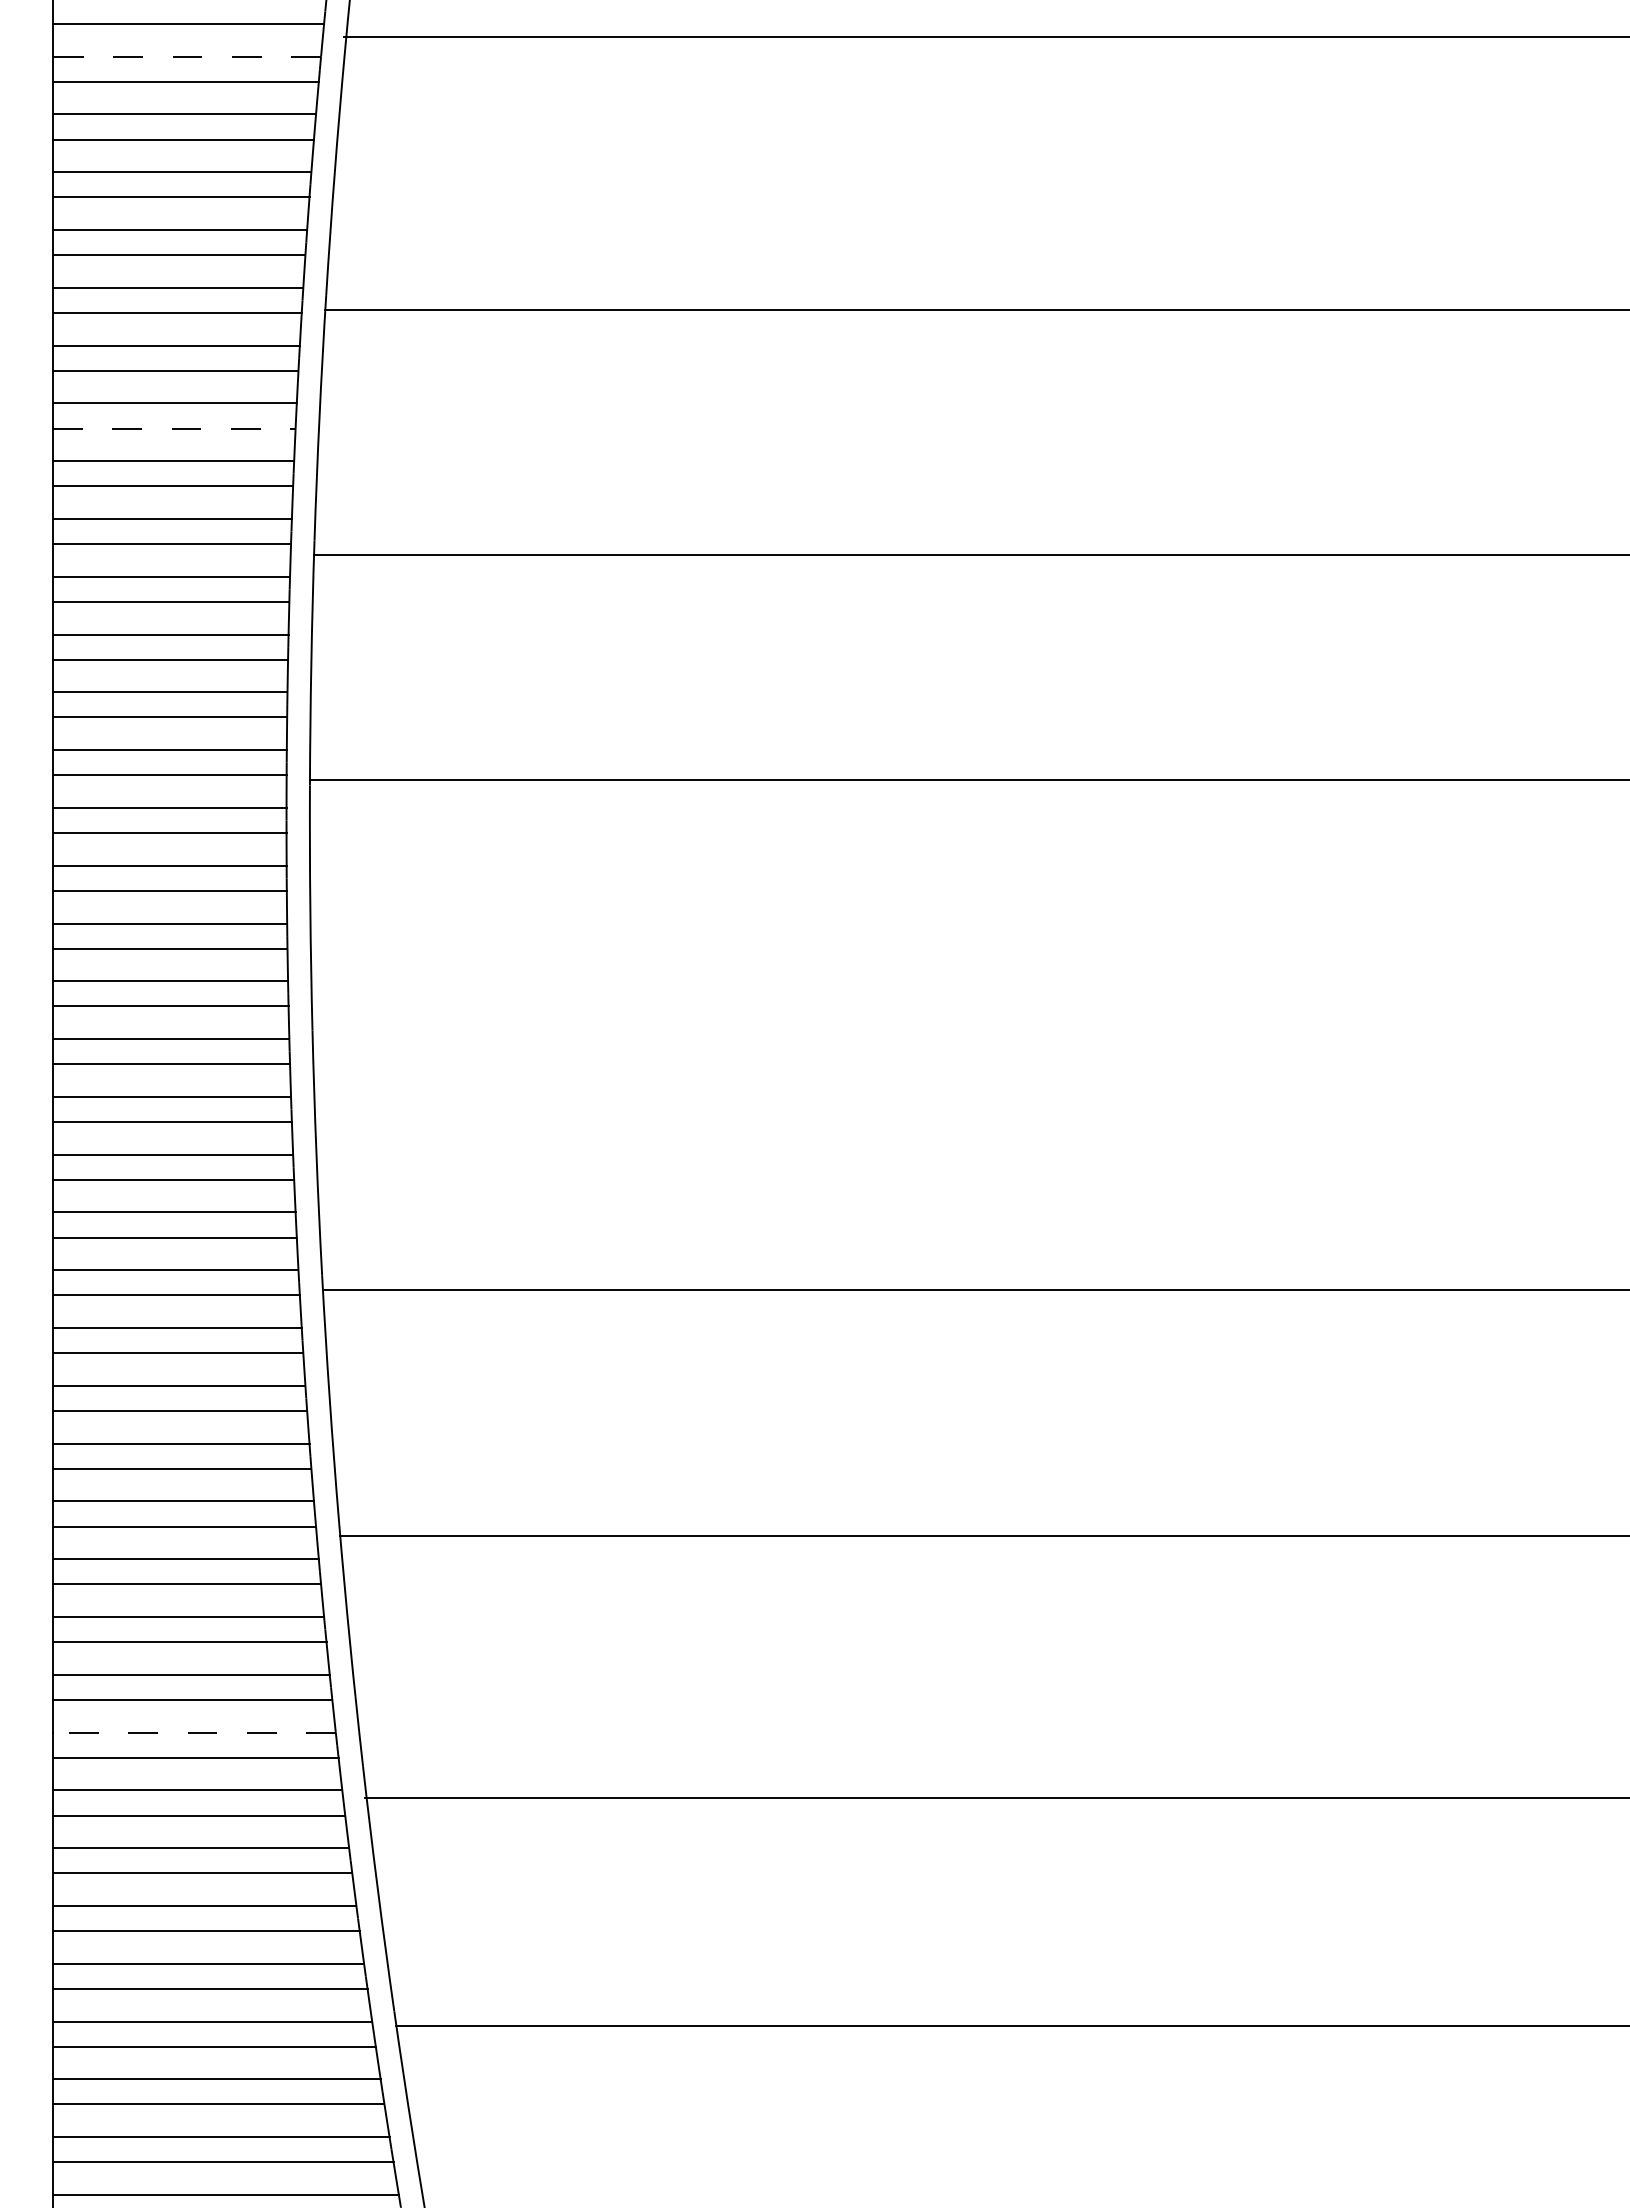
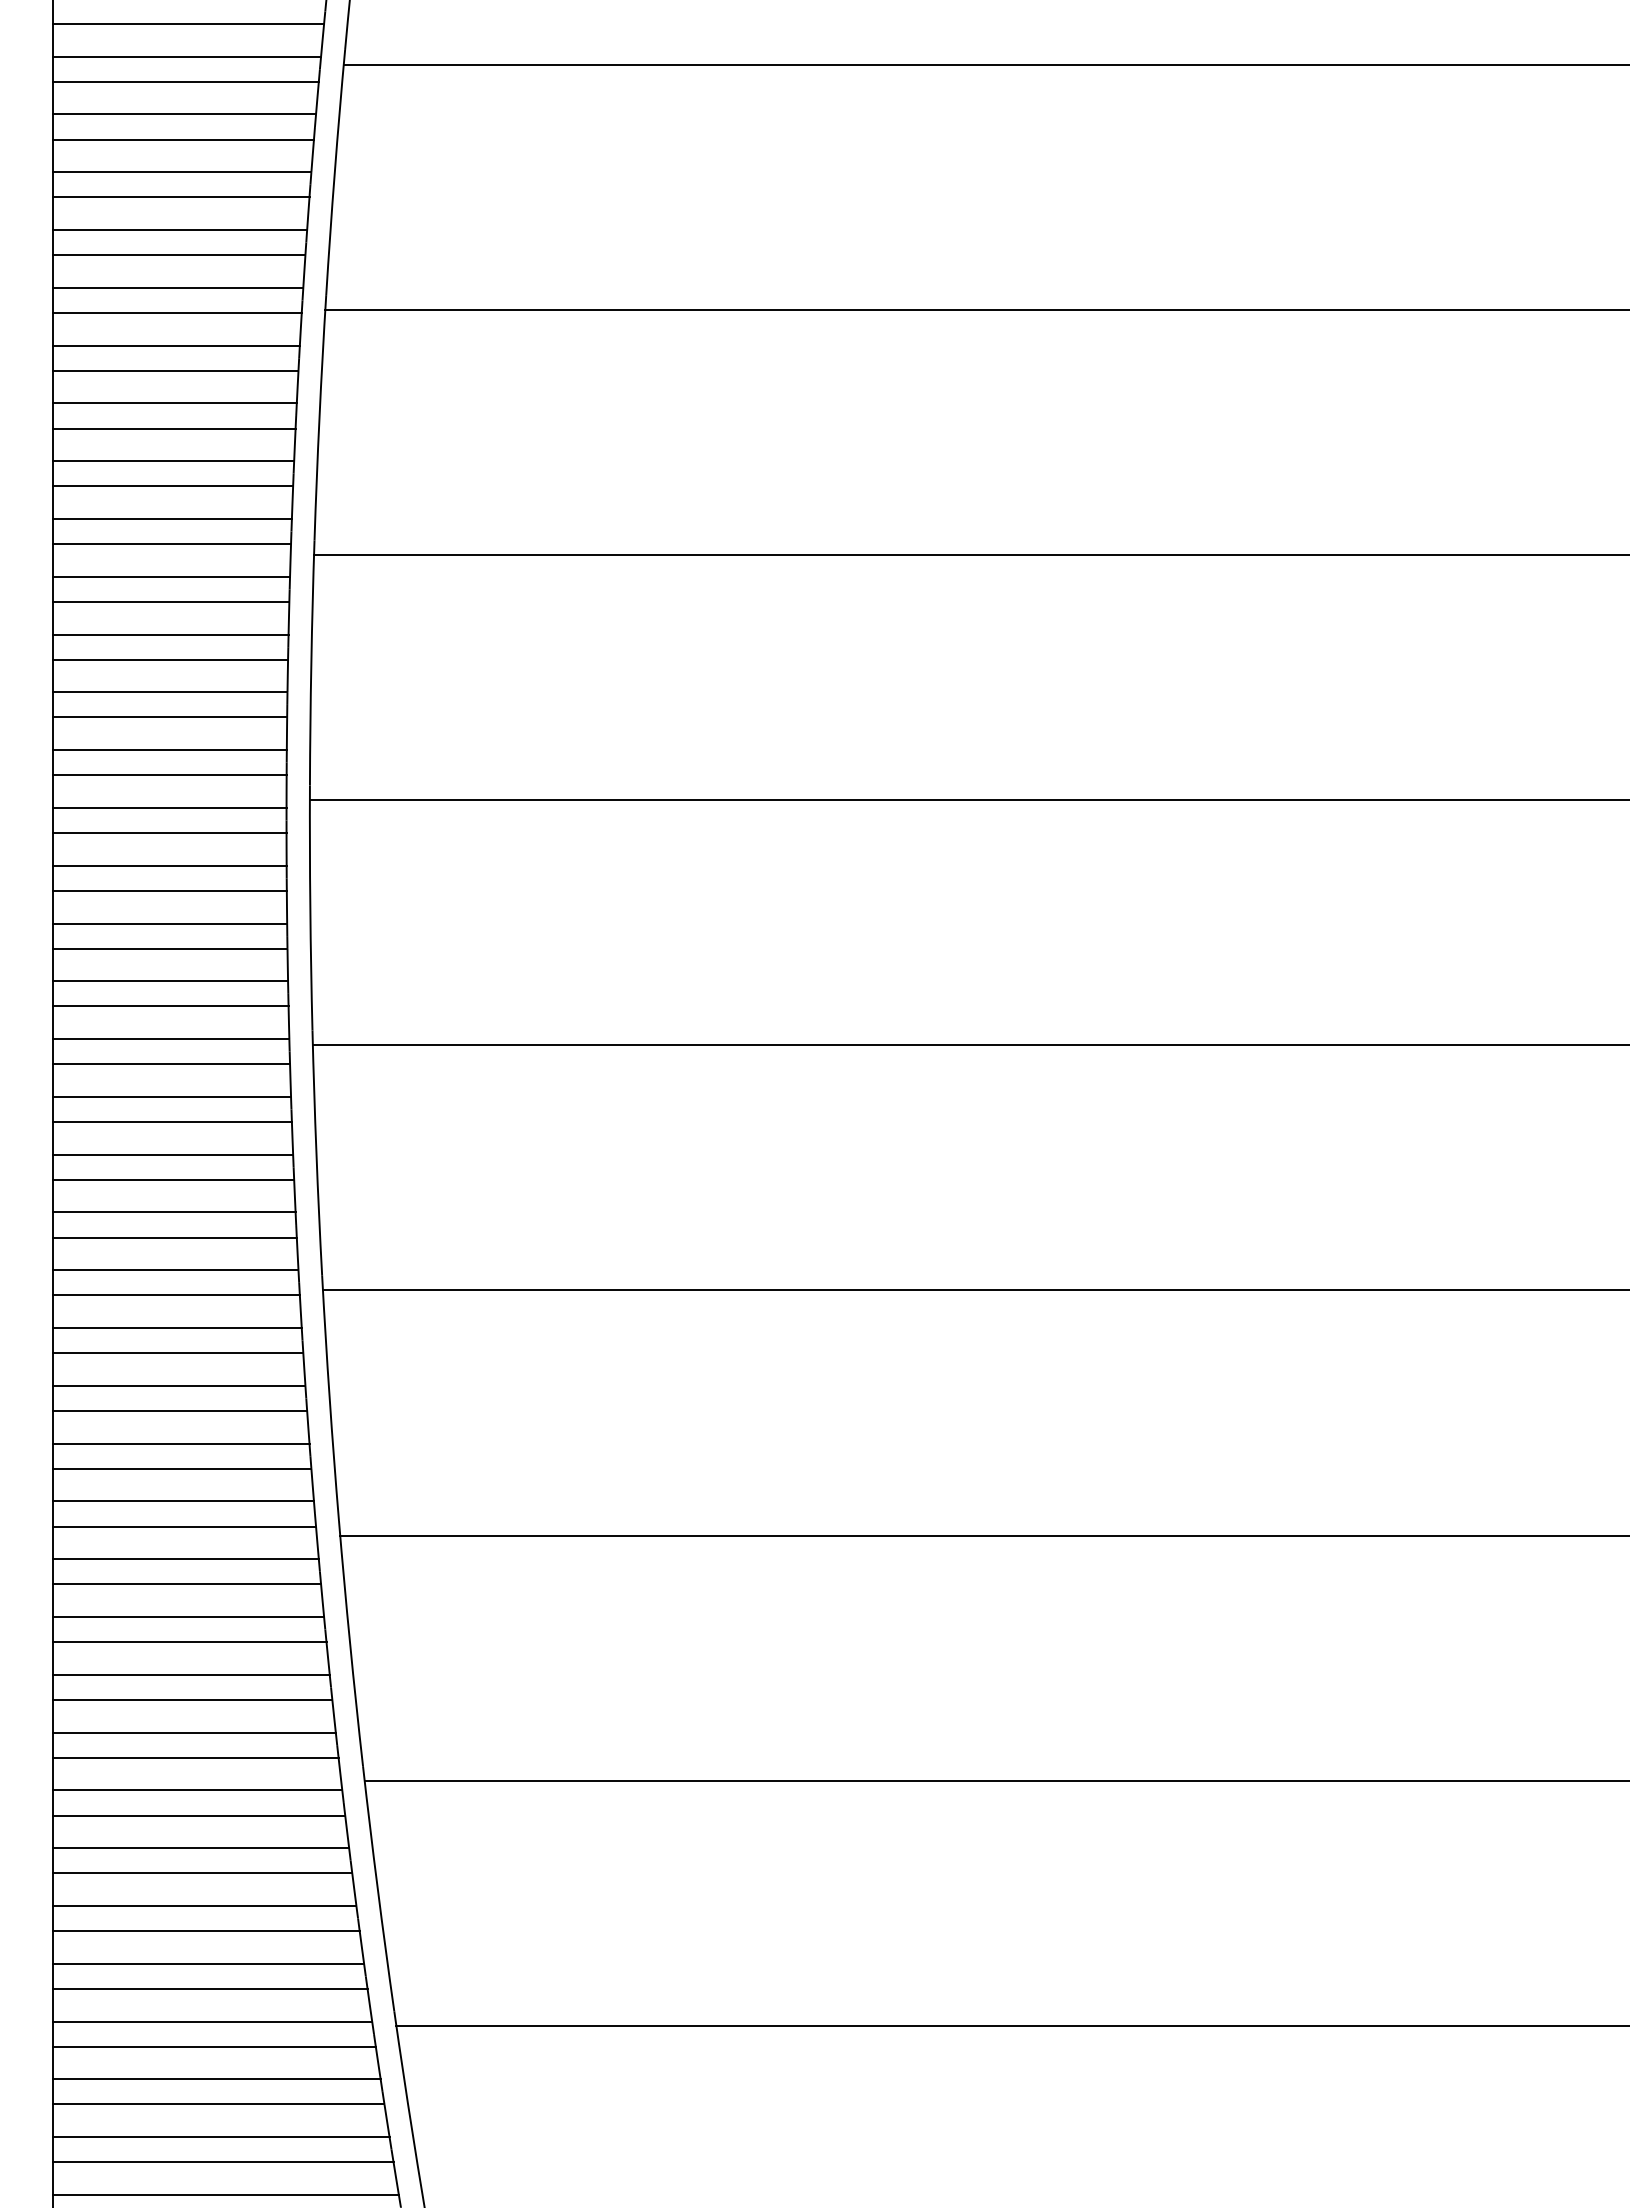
line at (984, 36) position: (984, 36) -> (984, 64)
line at (186, 56): dashed -> solid
line at (174, 428): dashed -> solid
line at (967, 780) position: (967, 780) -> (967, 800)
line at (969, 1045): none -> present
line at (193, 1732): dashed -> solid
line at (995, 1797) position: (995, 1797) -> (995, 1780)
